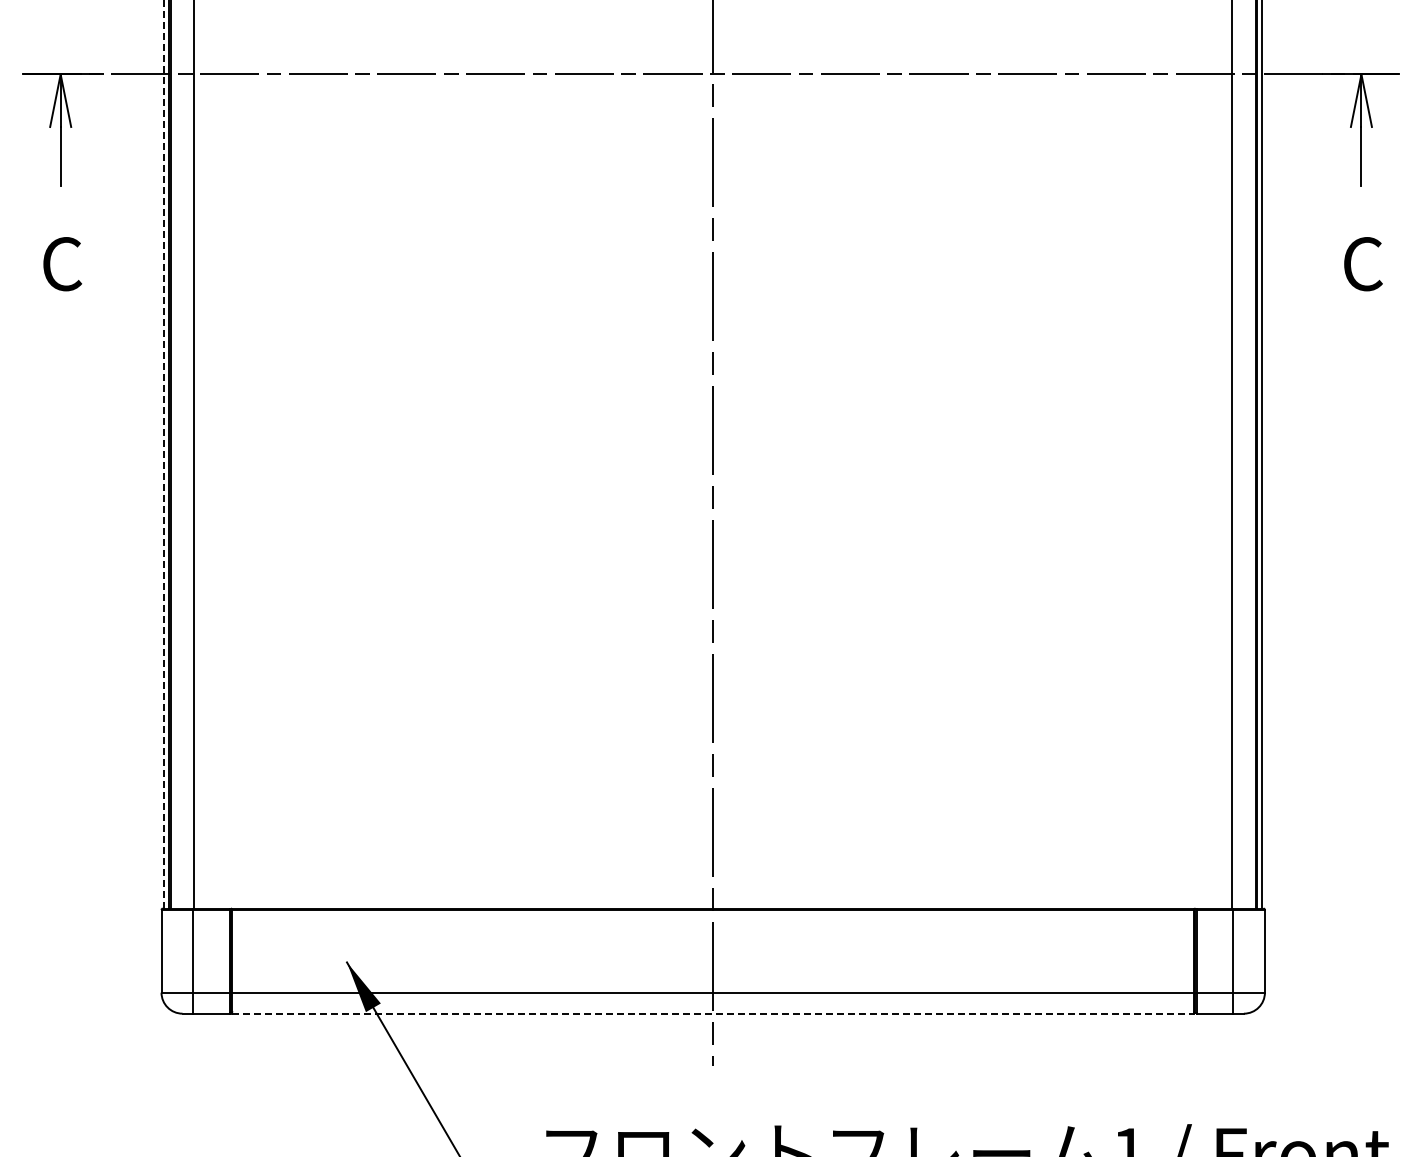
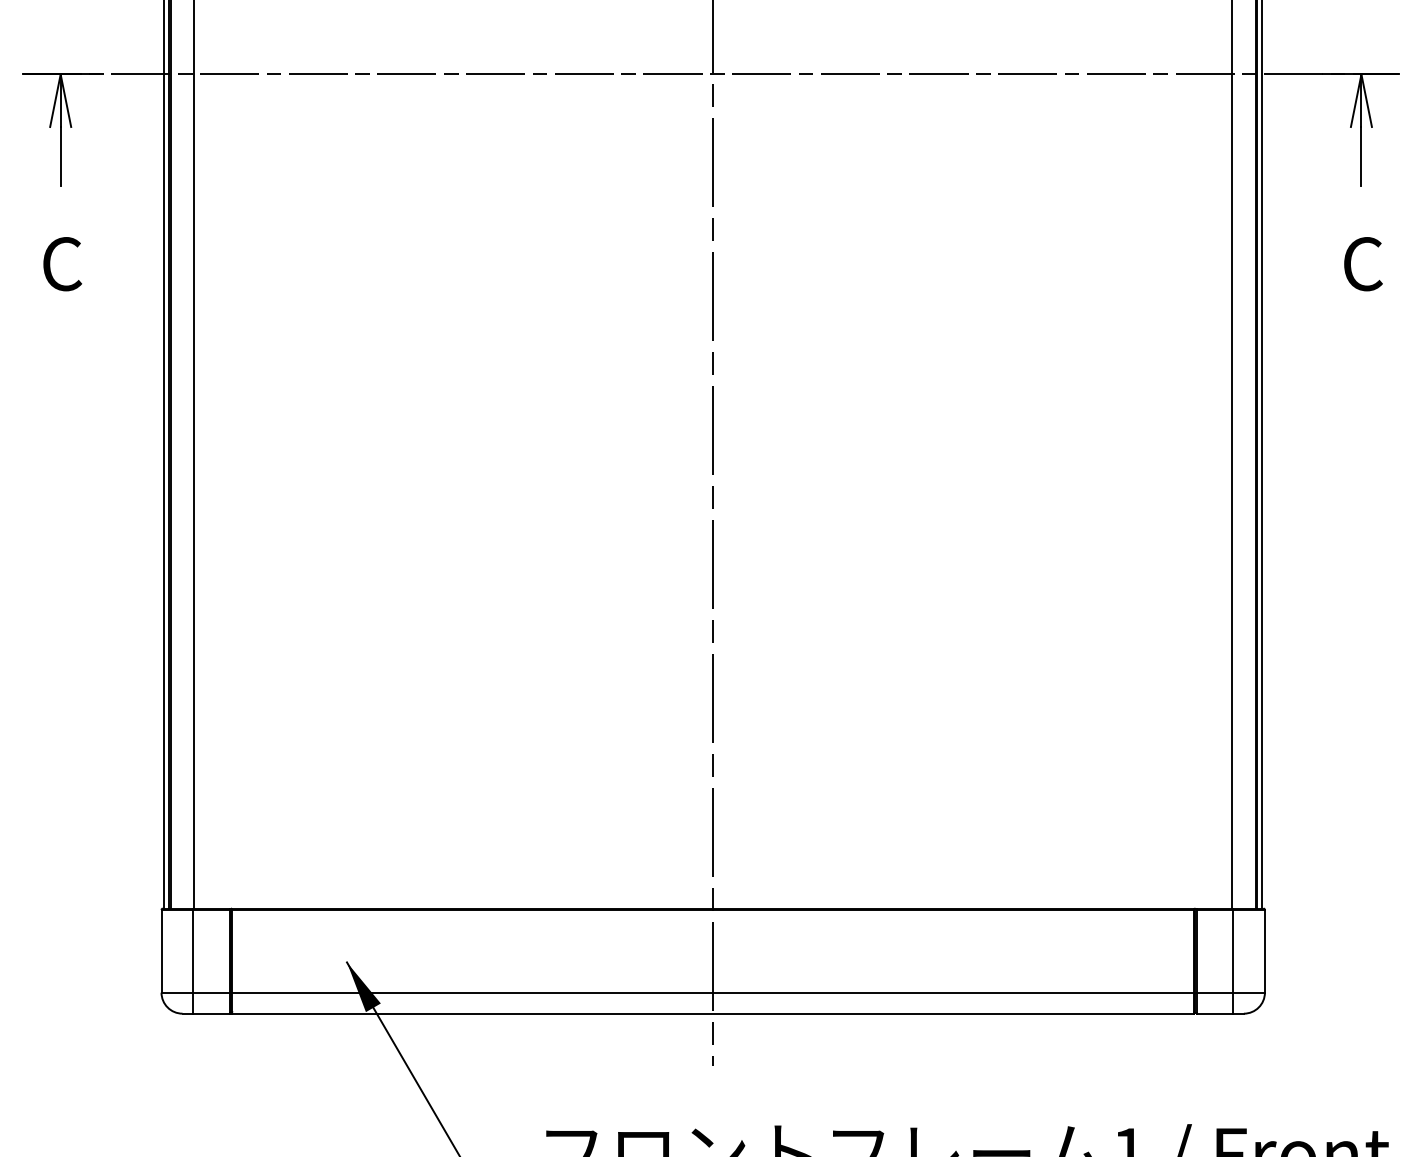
line at (164, 453): dashed -> solid
line at (713, 1013): dashed -> solid
